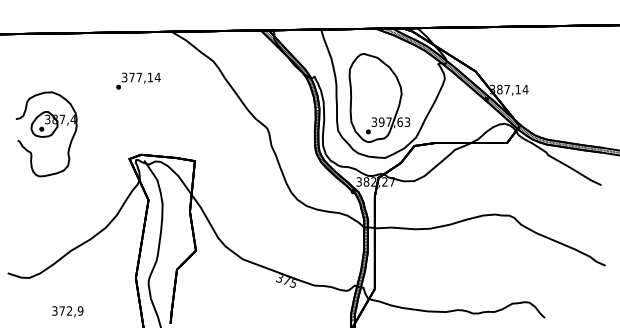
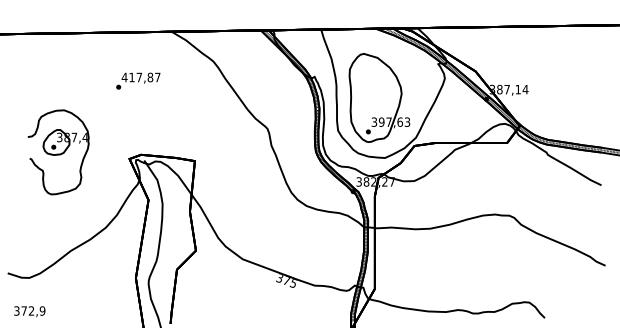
text at (140, 77): 377,14 -> 417,87
part at (46, 134) position: (46, 134) -> (58, 152)
text at (67, 311) position: (67, 311) -> (29, 311)
